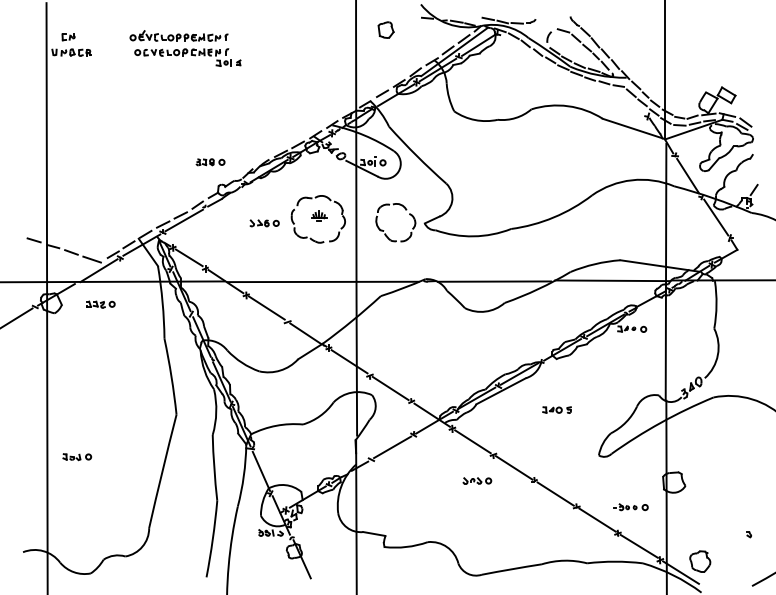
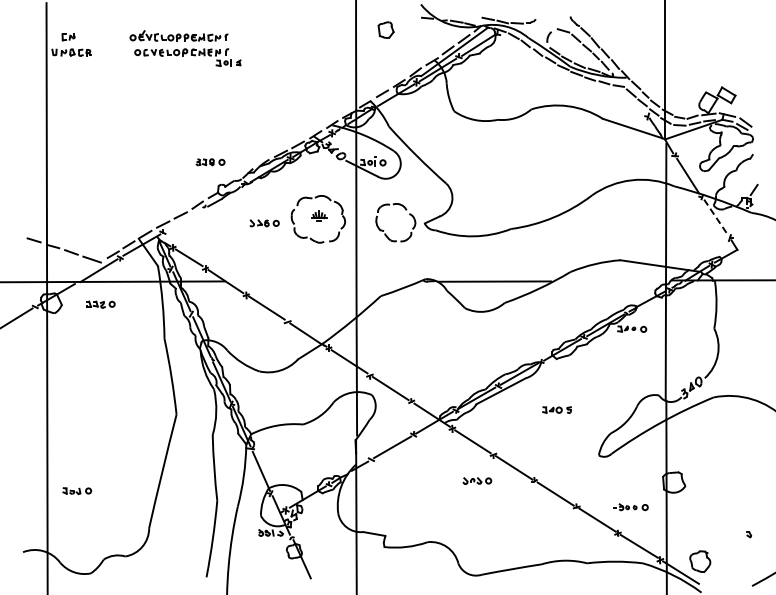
line at (716, 217): solid -> dashed
line at (183, 220): present -> none
line at (612, 280): present -> none
line at (322, 281): present -> none
part at (77, 457) position: (77, 457) -> (77, 491)
